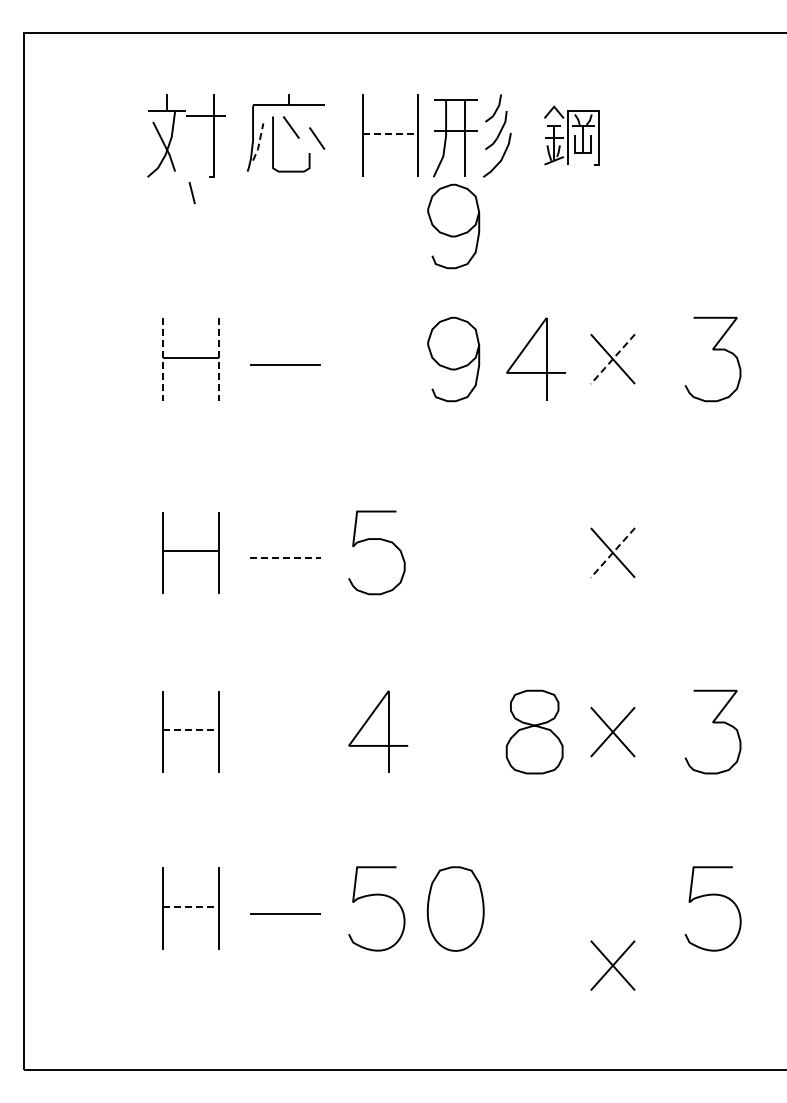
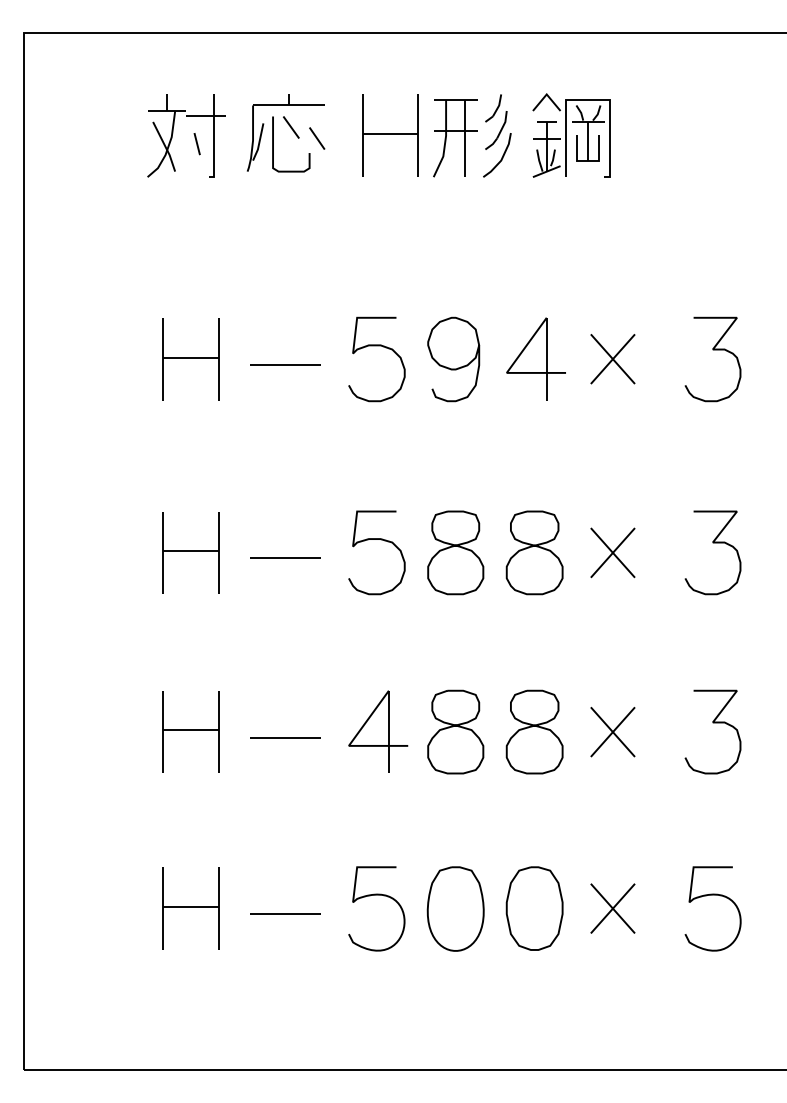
line at (390, 133): dashed -> solid
part at (571, 135) size: 56x61 px -> 79x85 px
line at (259, 142): dashed -> solid
line at (191, 193) position: (191, 193) -> (196, 144)
curve at (449, 234): present -> none
curve at (376, 346): none -> present
line at (163, 359): dashed -> solid
line at (218, 359): dashed -> solid
line at (612, 359): dashed -> solid
curve at (713, 543): none -> present
part at (455, 552): none -> present
part at (534, 552): none -> present
line at (612, 553): dashed -> solid
line at (285, 558): dashed -> solid
line at (191, 730): dashed -> solid
part at (455, 731): none -> present
line at (285, 737): none -> present
line at (191, 906): dashed -> solid
part at (534, 908): none -> present
part at (612, 965) position: (612, 965) -> (612, 908)
